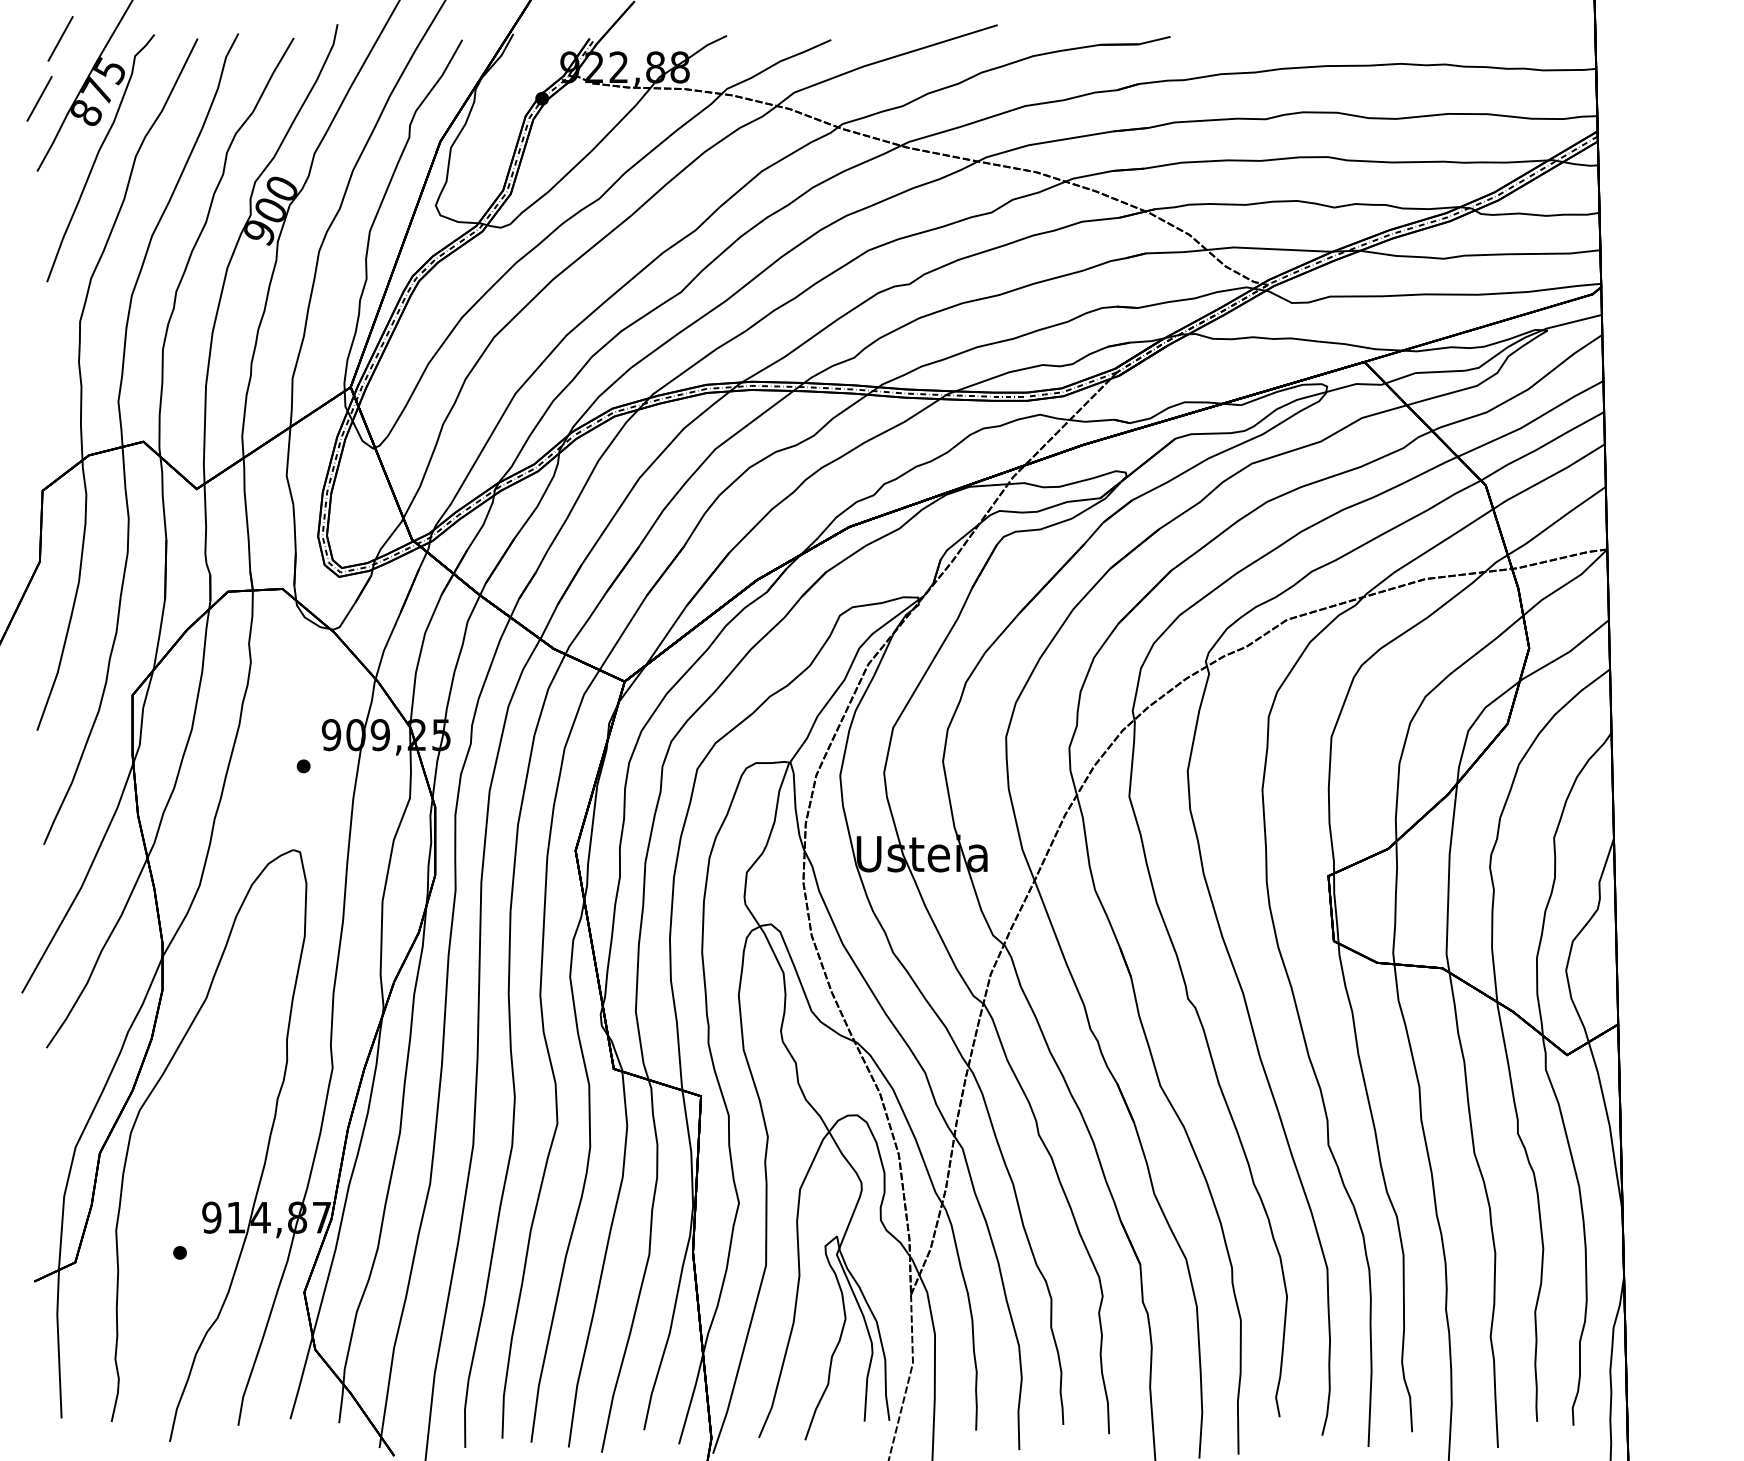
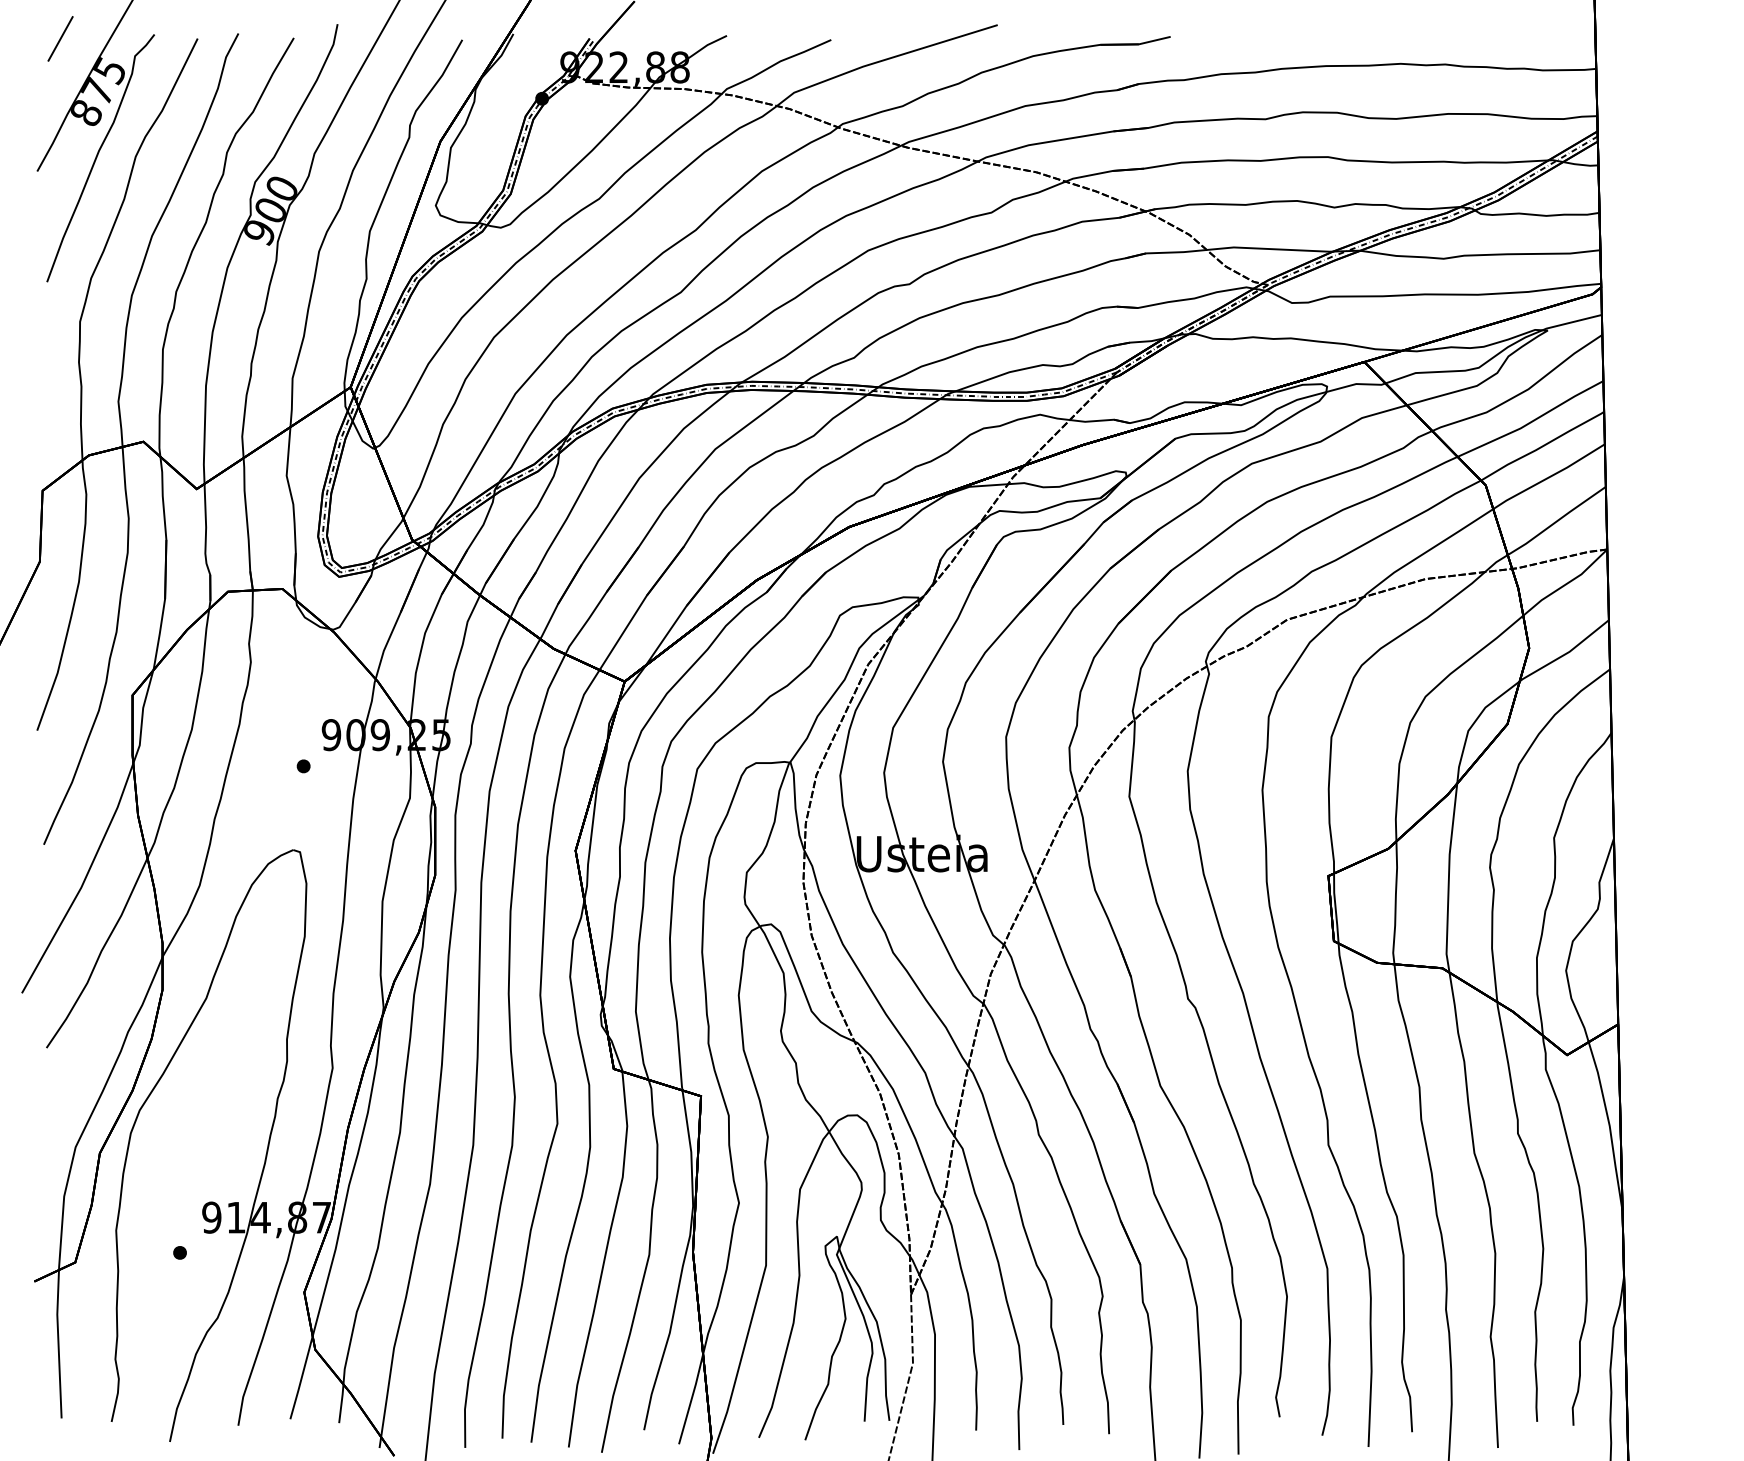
line at (39, 98): present -> none
